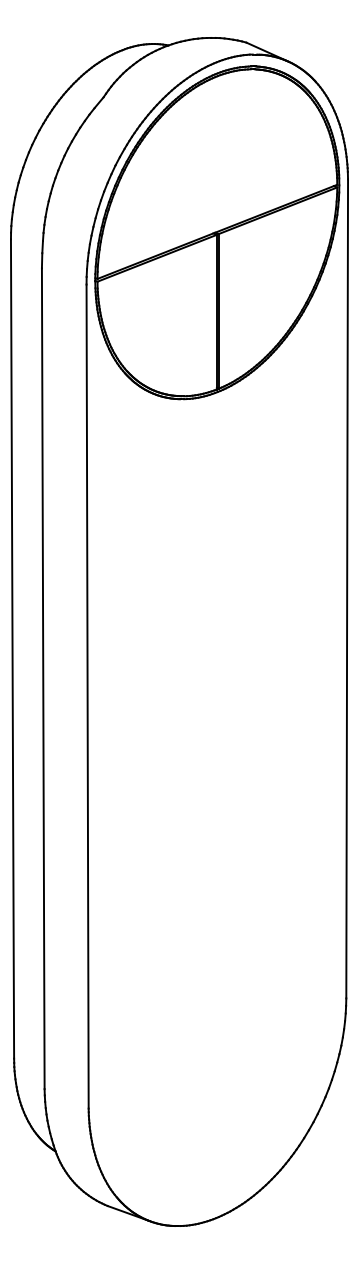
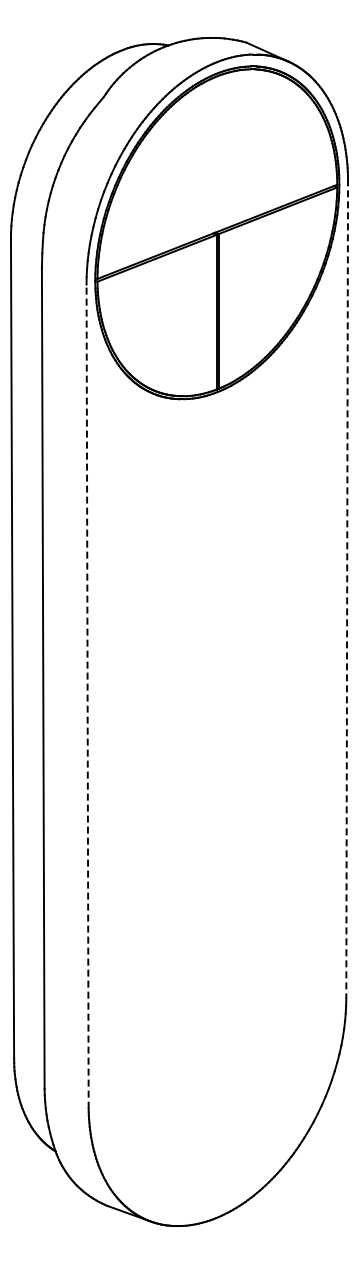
line at (347, 588): solid -> dashed
line at (87, 696): solid -> dashed
